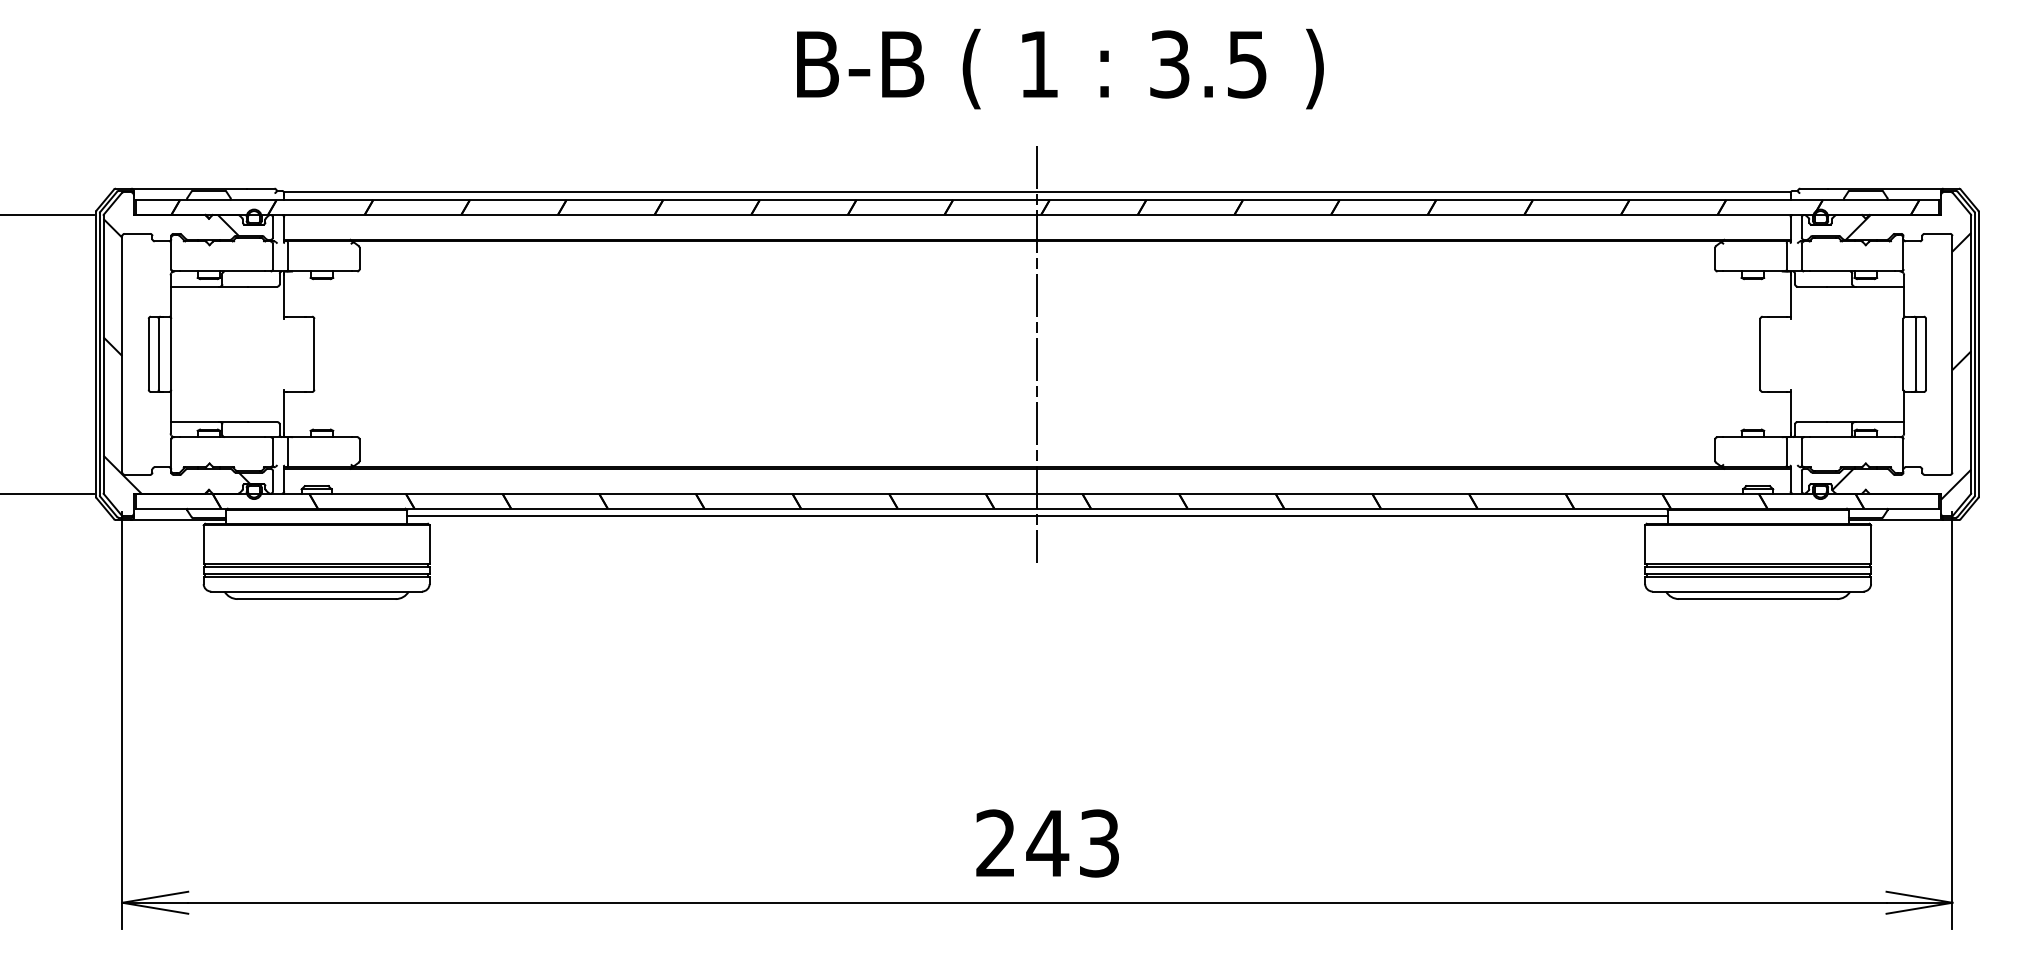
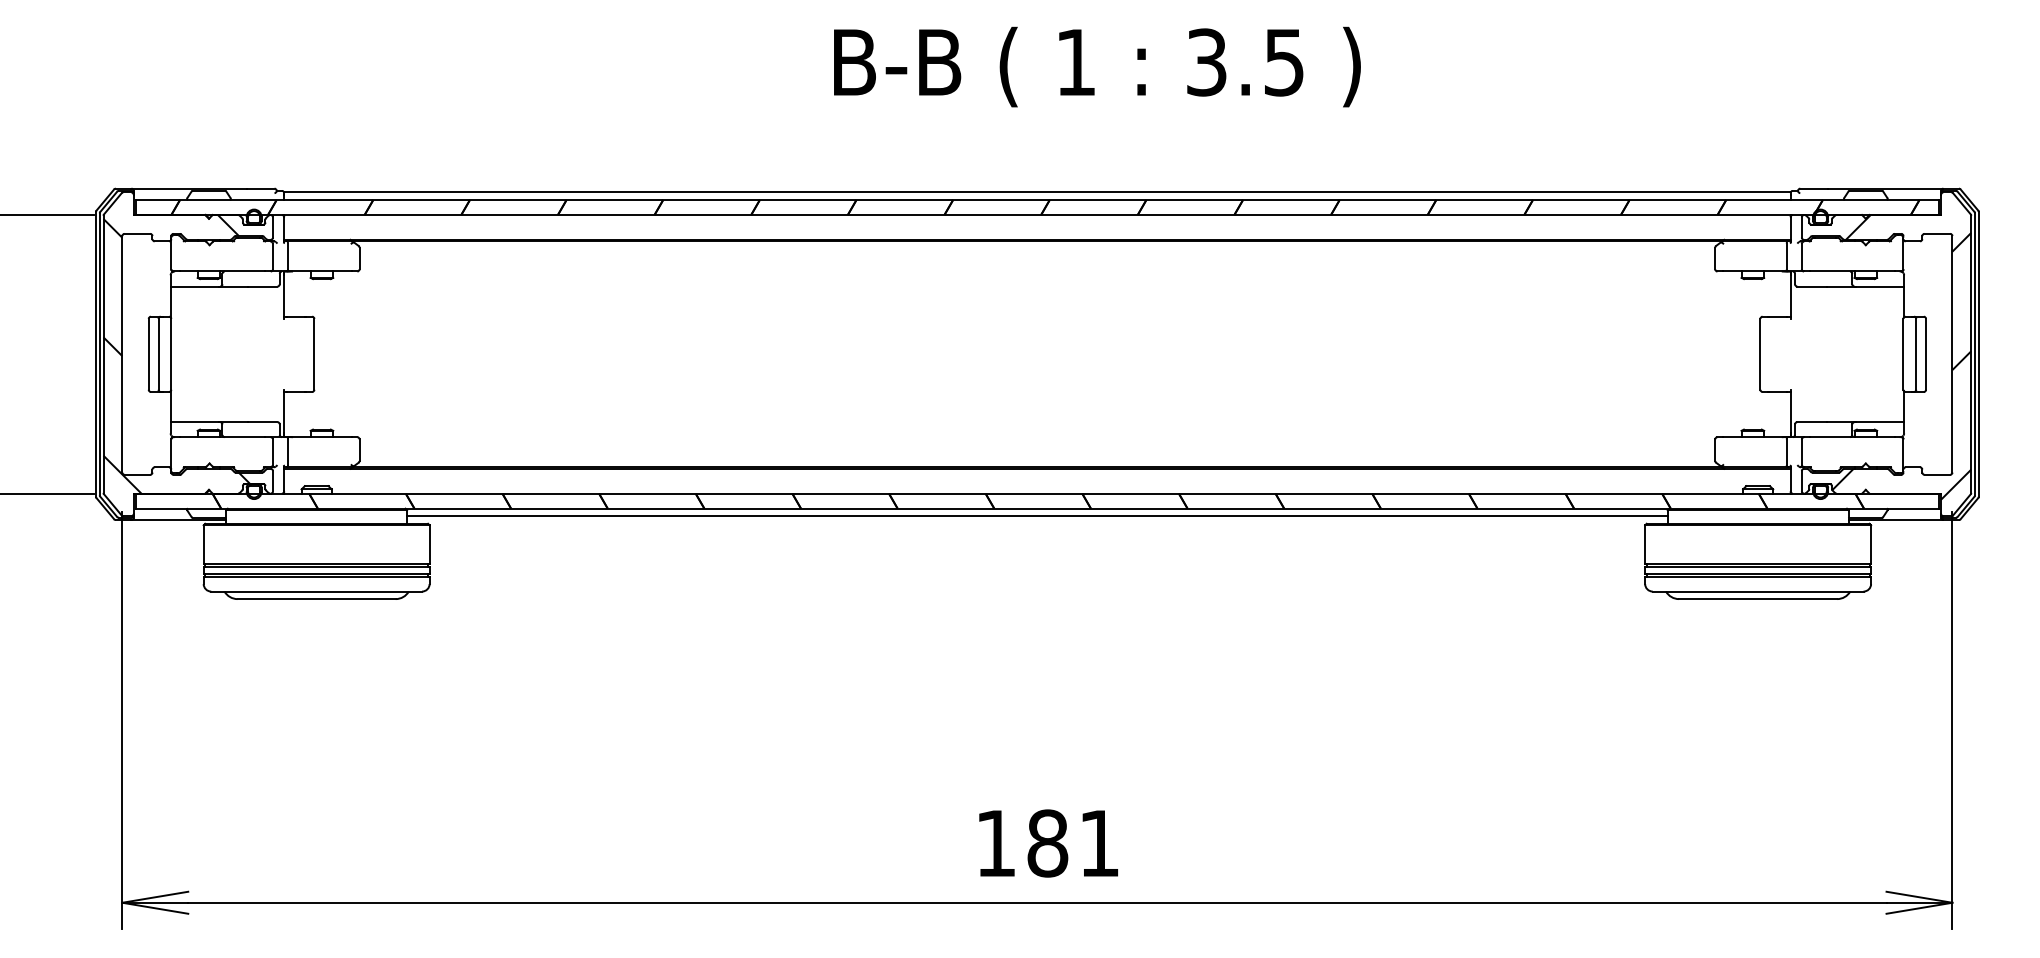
text at (1060, 68) position: (1060, 68) -> (1097, 66)
line at (1037, 354): present -> none
text at (1047, 843): 243 -> 181
